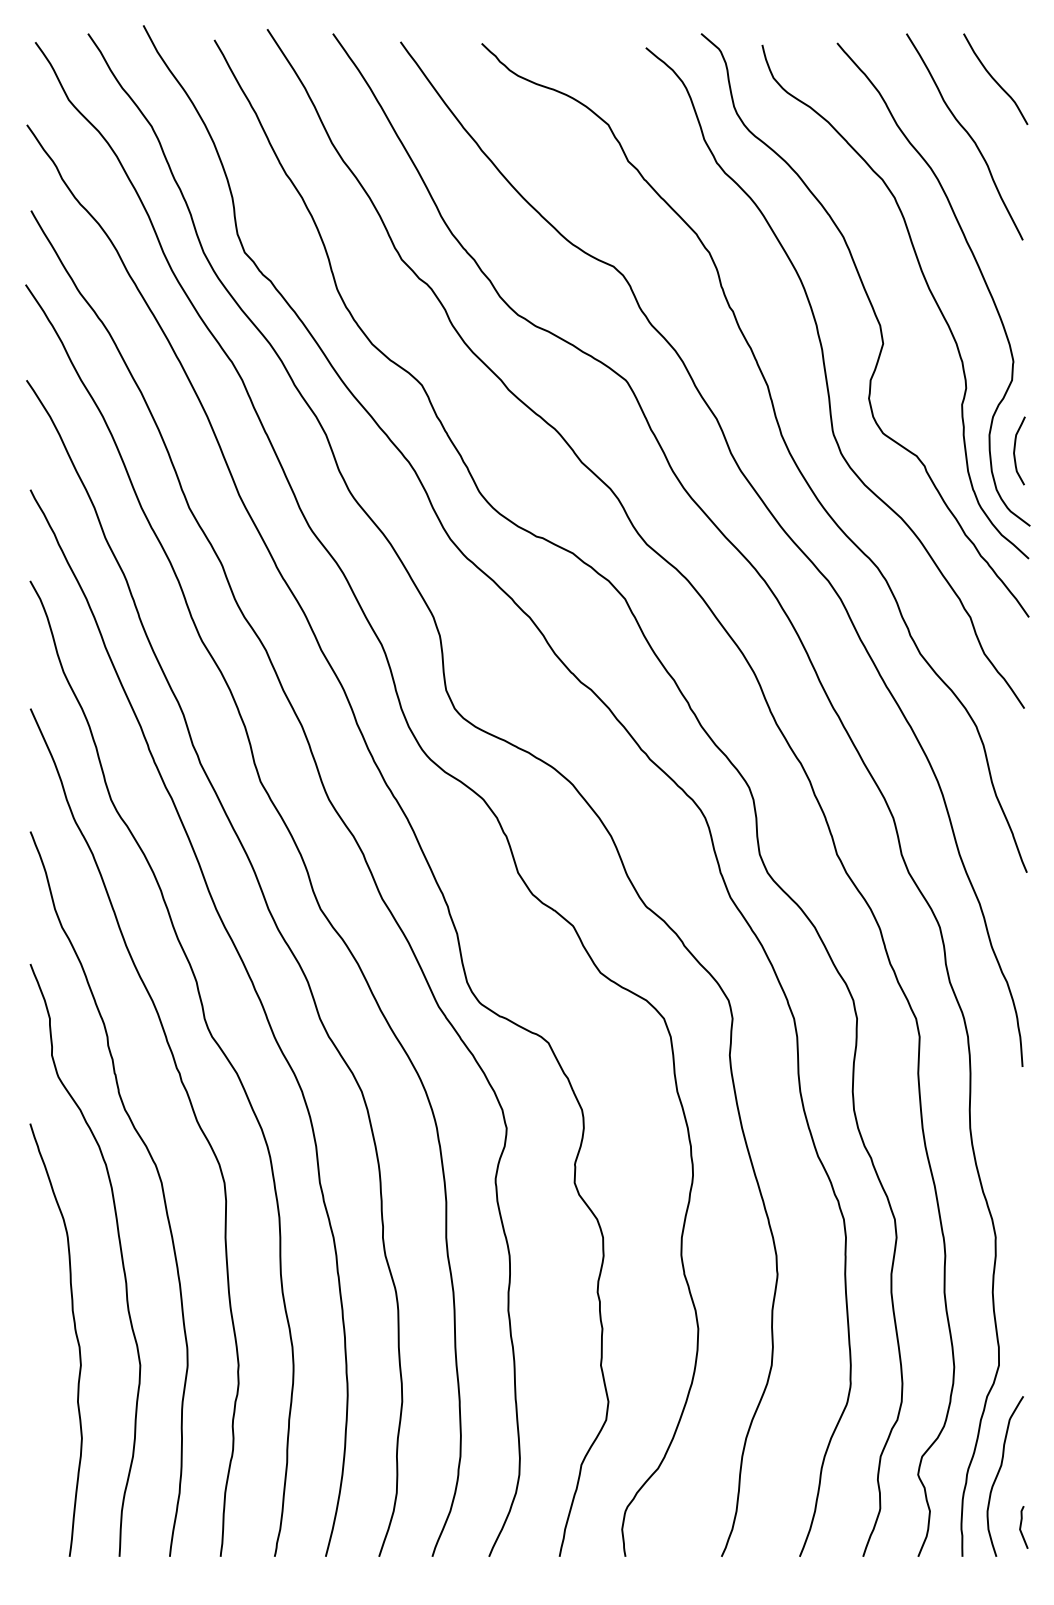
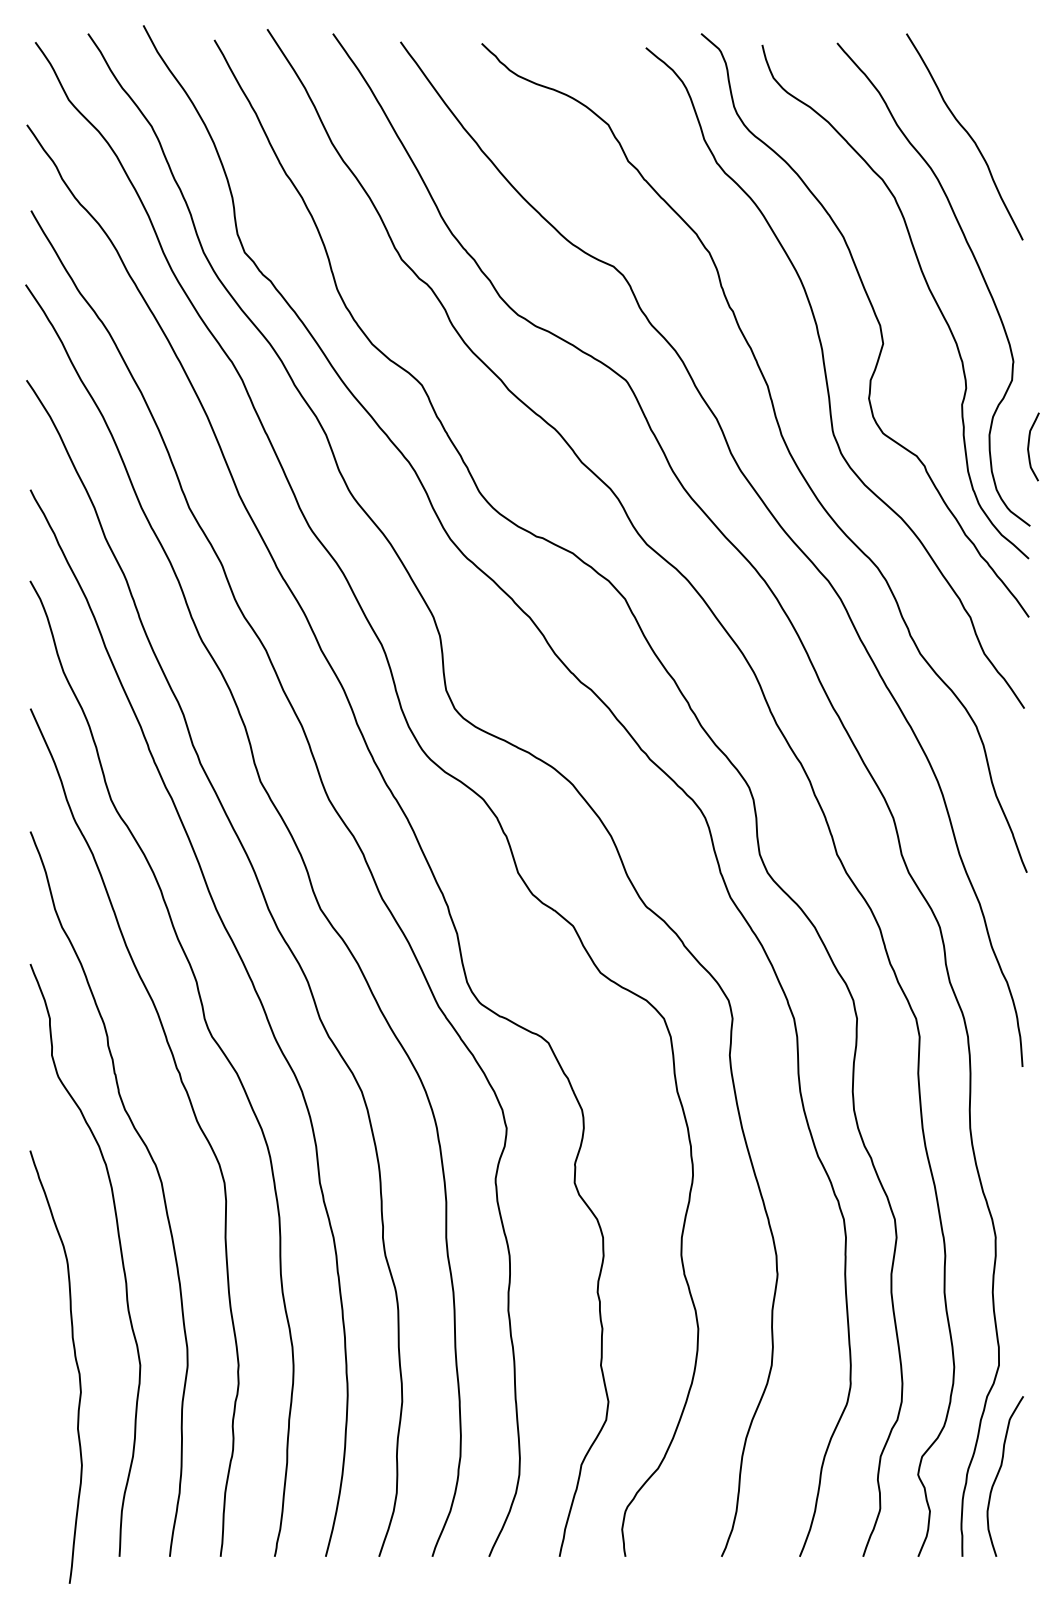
curve at (994, 78): present -> none
curve at (1015, 450) position: (1015, 450) -> (1029, 446)
curve at (75, 1335) position: (75, 1335) -> (75, 1362)
line at (1021, 1527): present -> none
